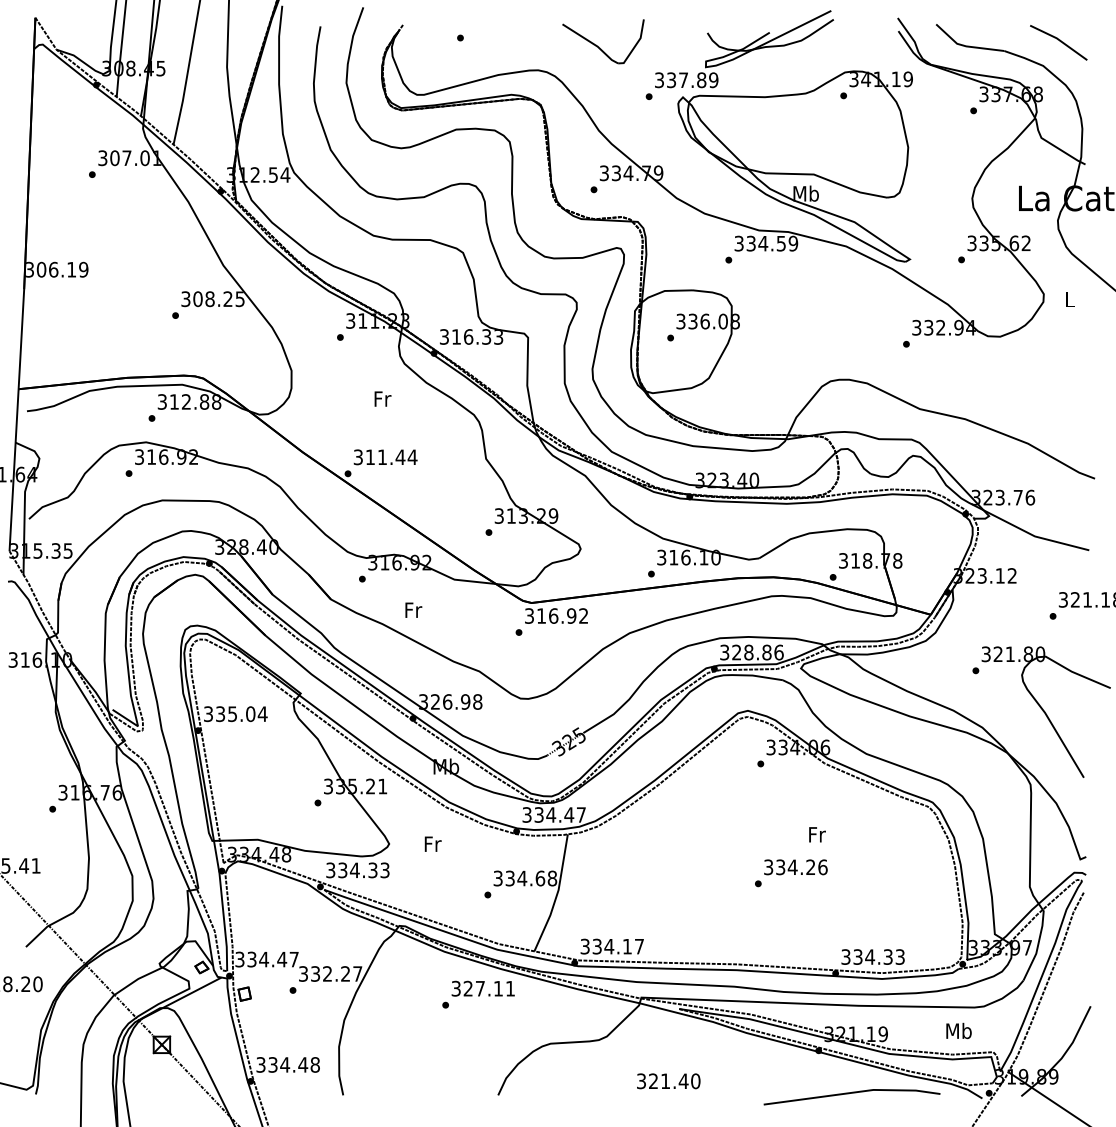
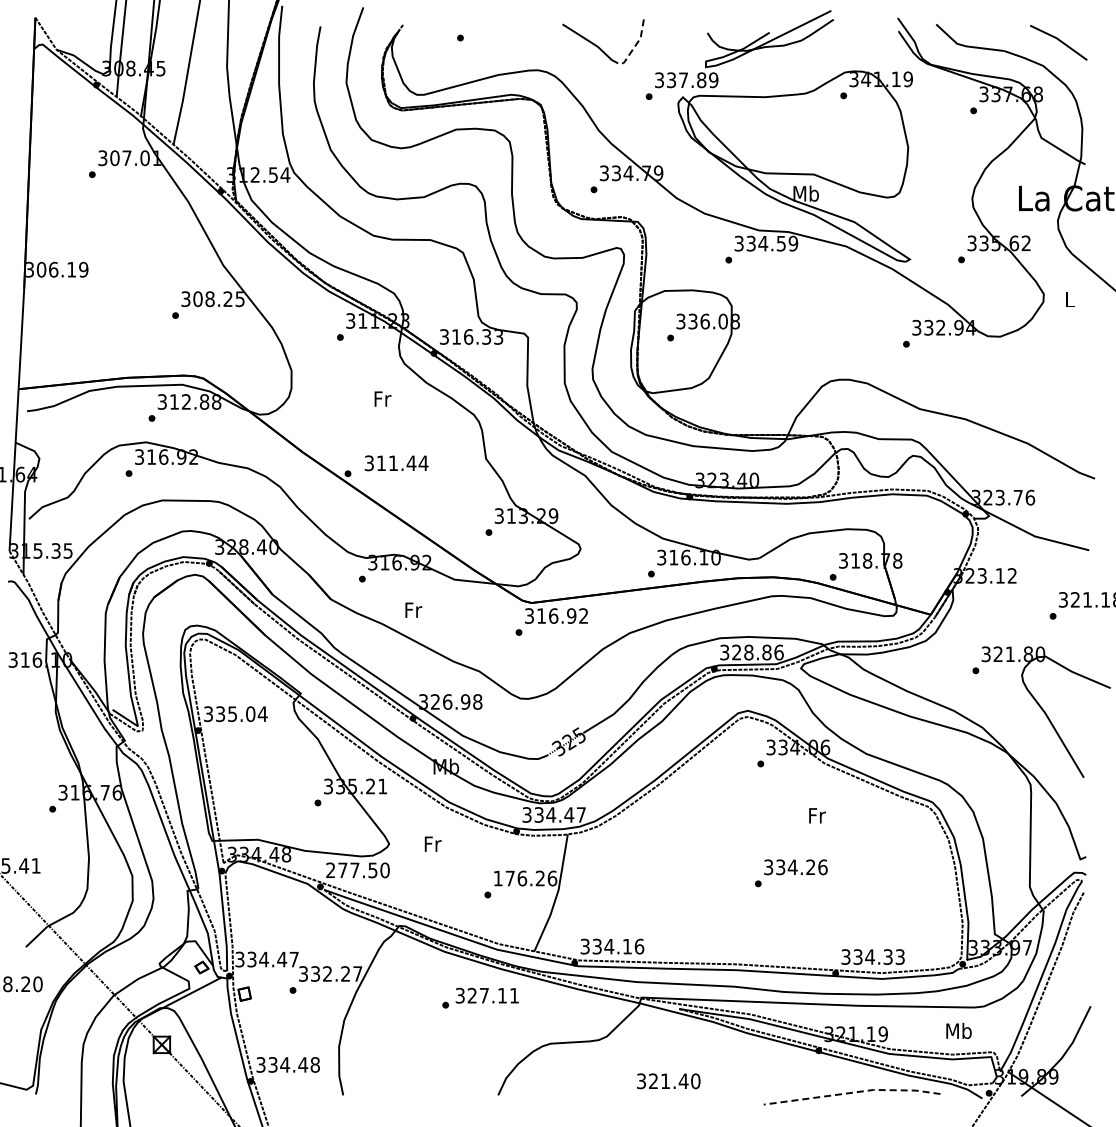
line at (635, 45): solid -> dashed
text at (385, 457) position: (385, 457) -> (396, 463)
text at (817, 834) position: (817, 834) -> (817, 815)
text at (357, 870): 334.33 -> 277.50
text at (525, 878): 334.68 -> 176.26
text at (639, 946): 334.17 -> 334.16
text at (482, 988) position: (482, 988) -> (486, 995)
line at (852, 1092): solid -> dashed
